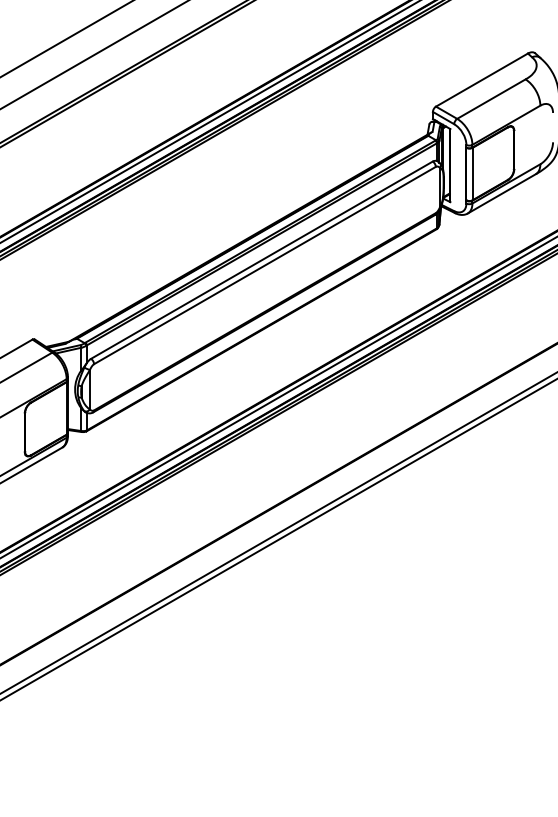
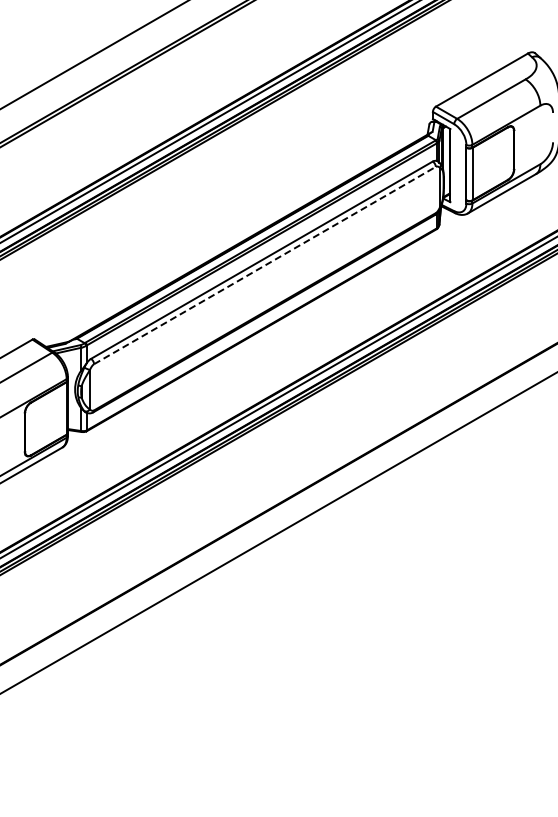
line at (66, 39): present -> none
line at (265, 265): solid -> dashed
line at (278, 539): present -> none
